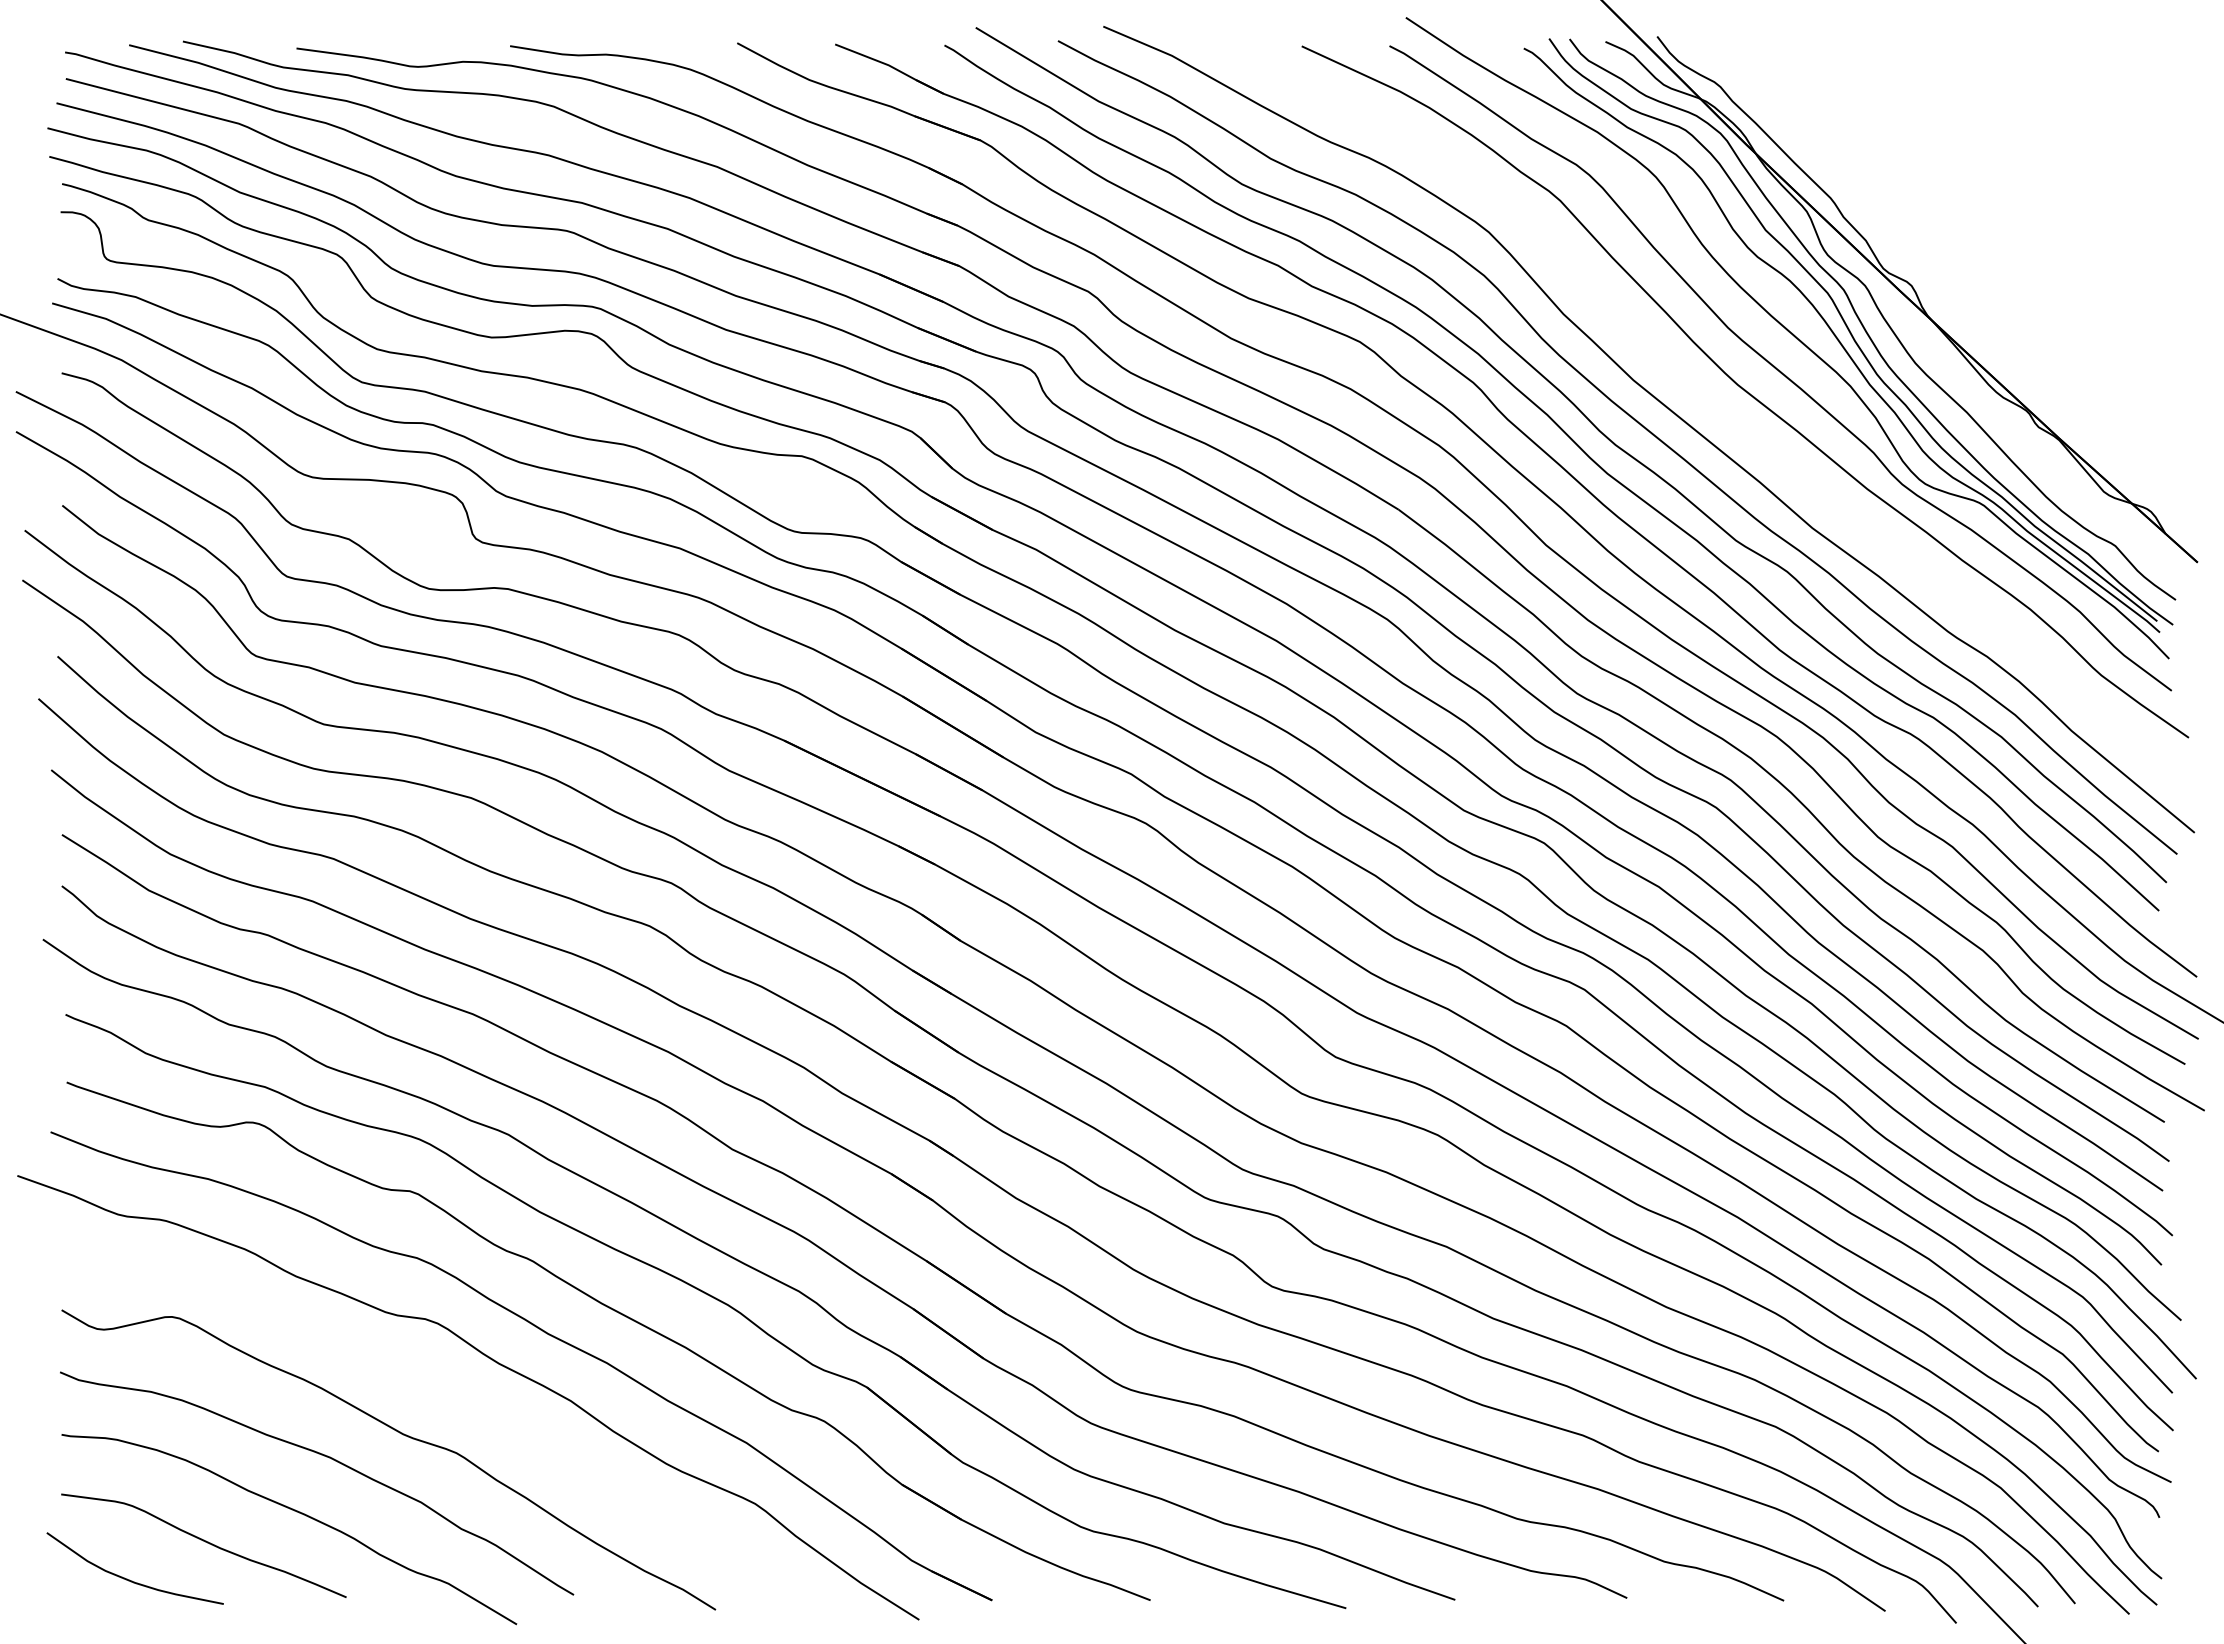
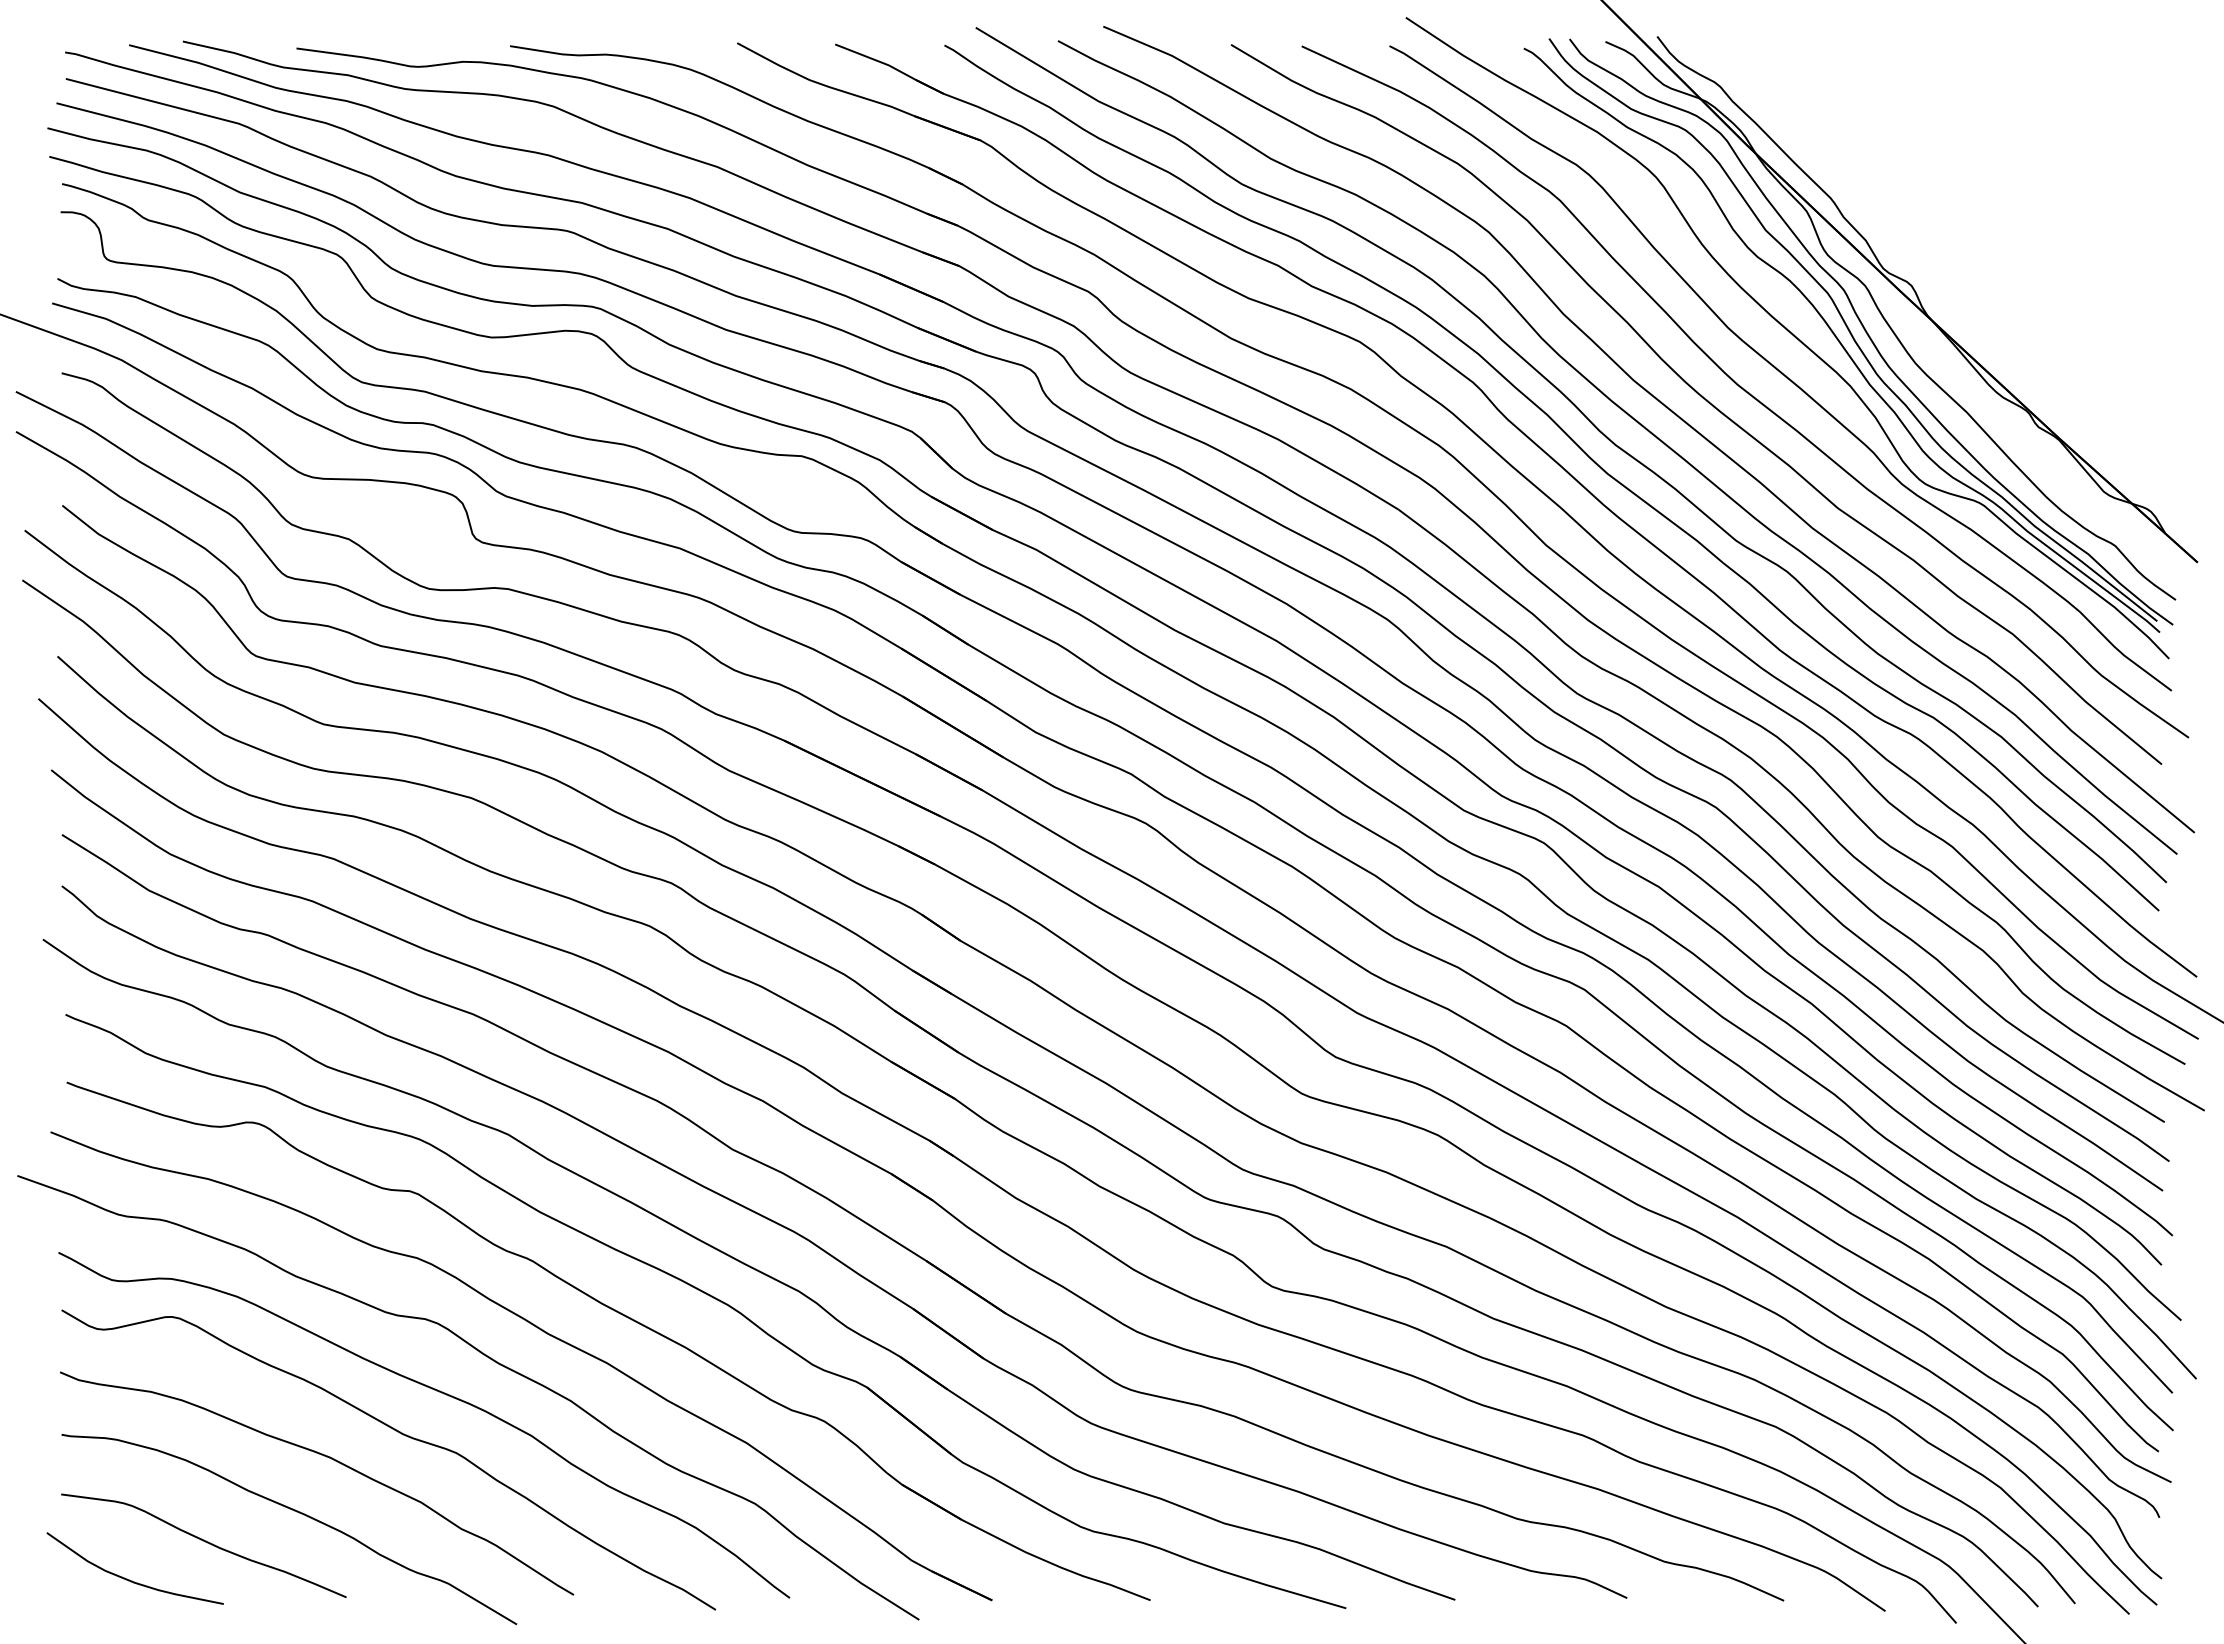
curve at (1702, 398): none -> present
curve at (436, 1391): none -> present
